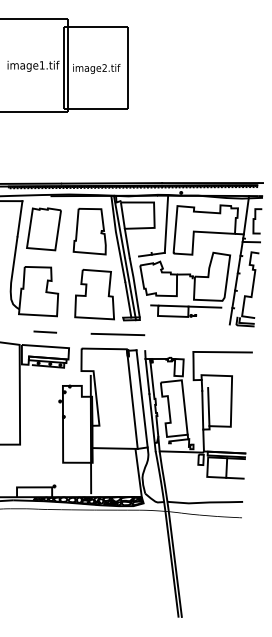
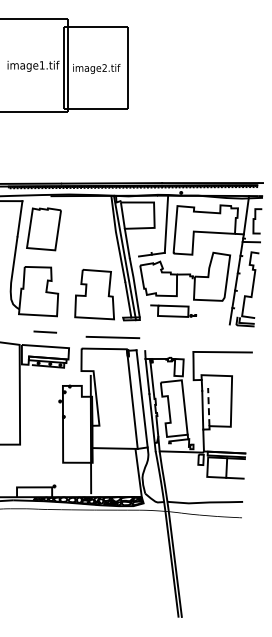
part at (89, 231): present -> none
line at (204, 306): present -> none
line at (117, 334) position: (117, 334) -> (112, 337)
line at (208, 406): solid -> dashed
